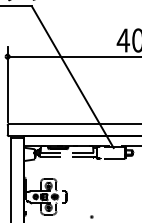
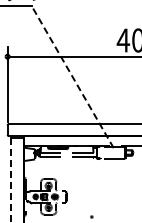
line at (72, 77): solid -> dashed
line at (11, 180): solid -> dashed
